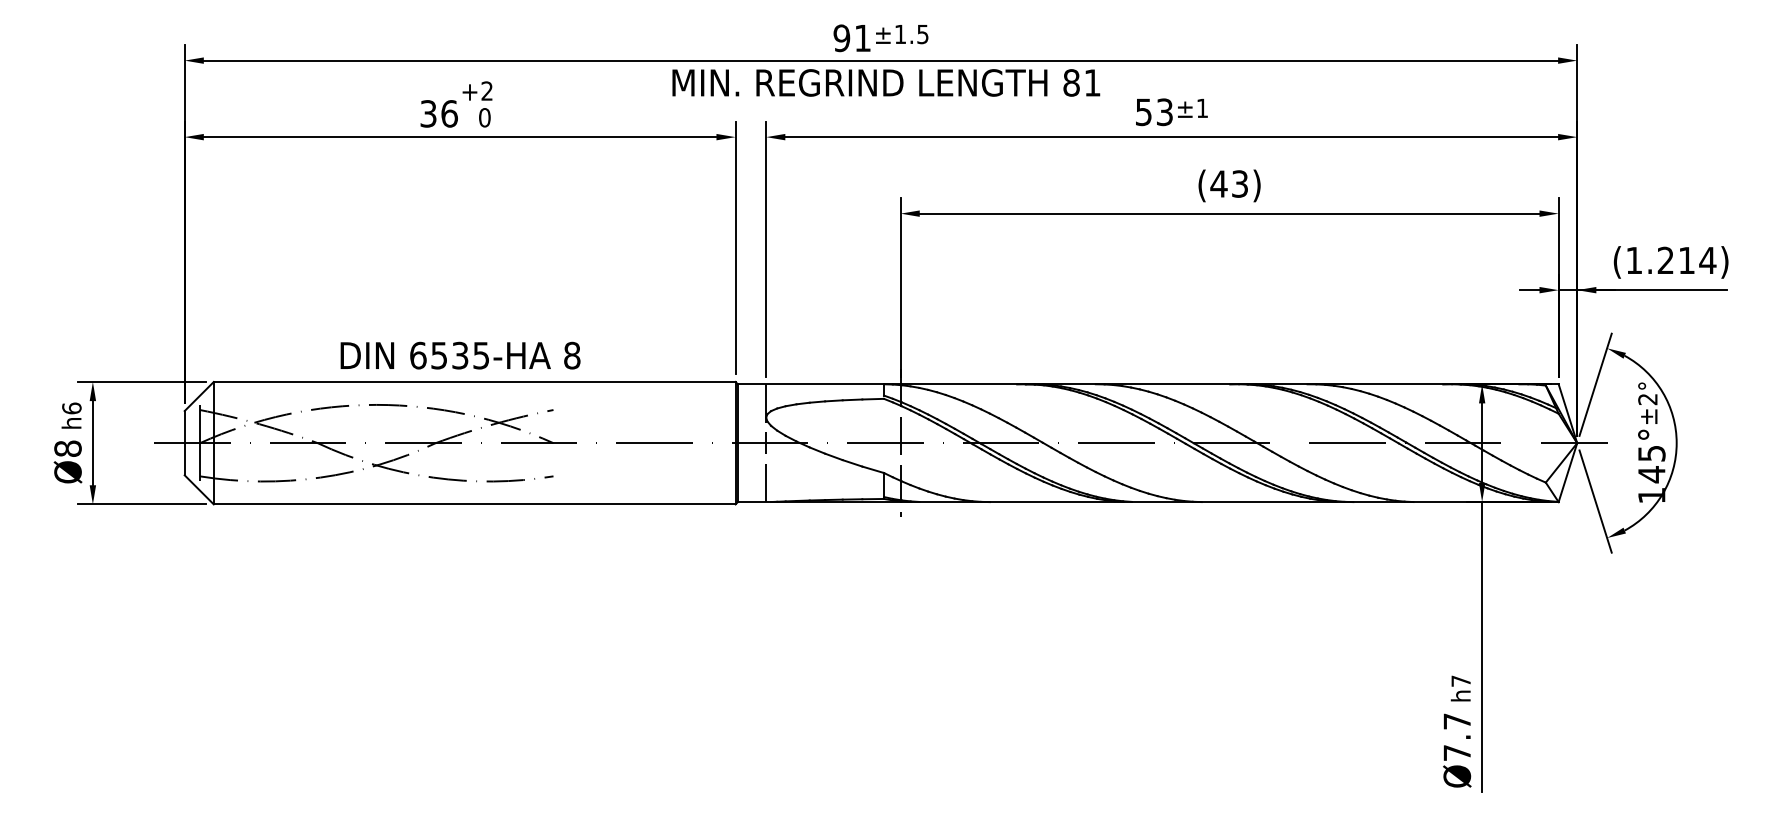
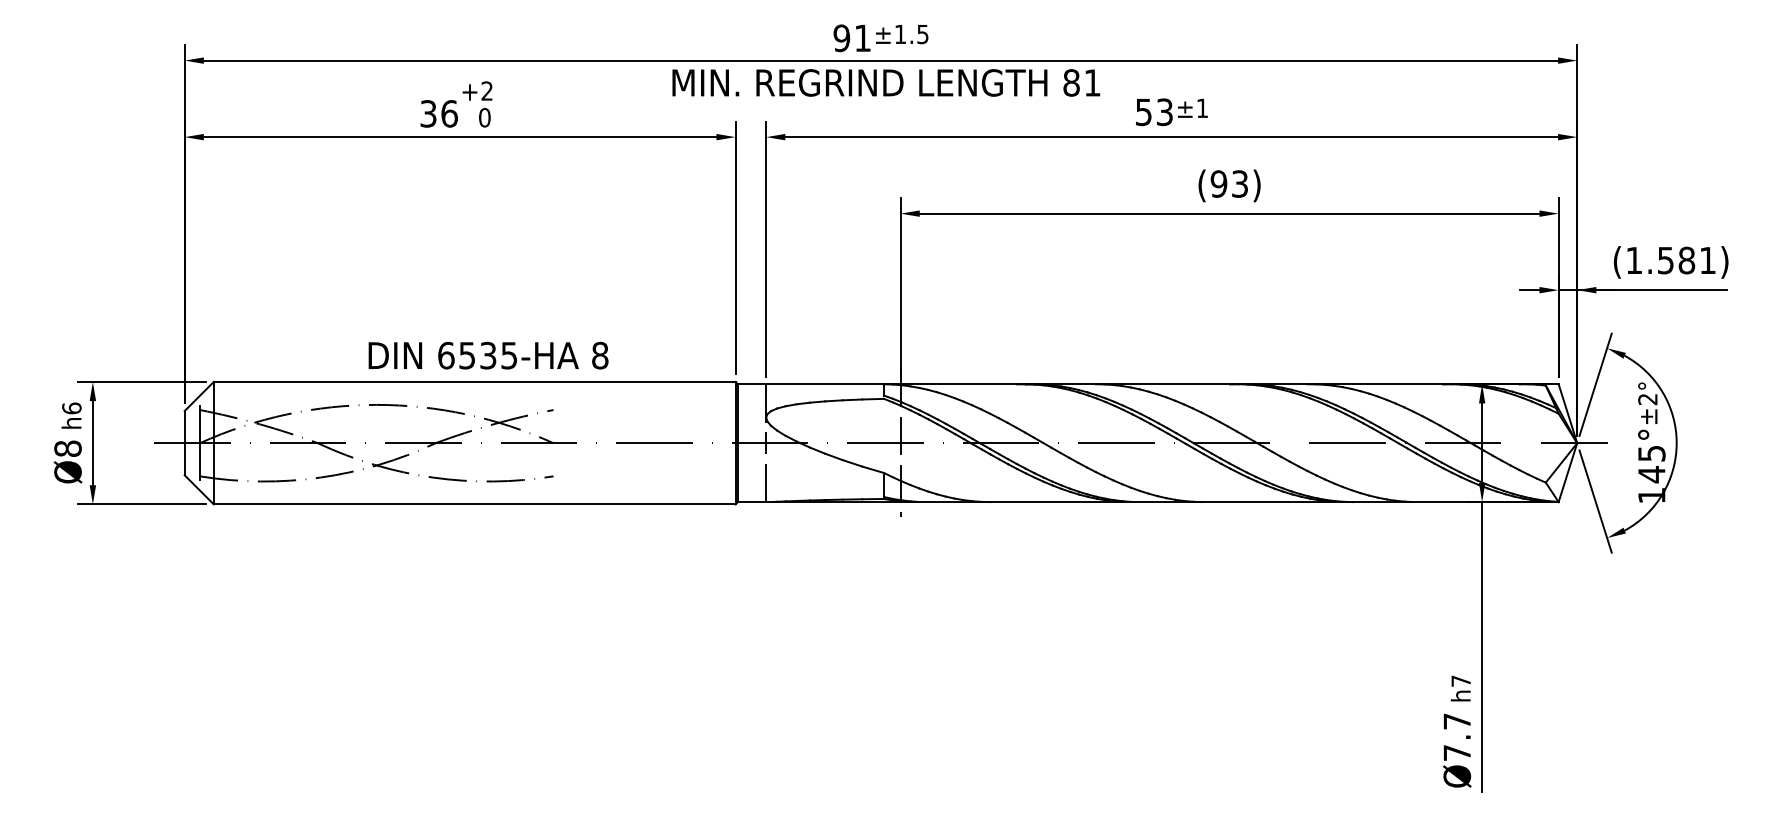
text at (1218, 183): (43) -> (93)
text at (1686, 260): (1.214) -> (1.581)
text at (460, 355) position: (460, 355) -> (488, 355)
